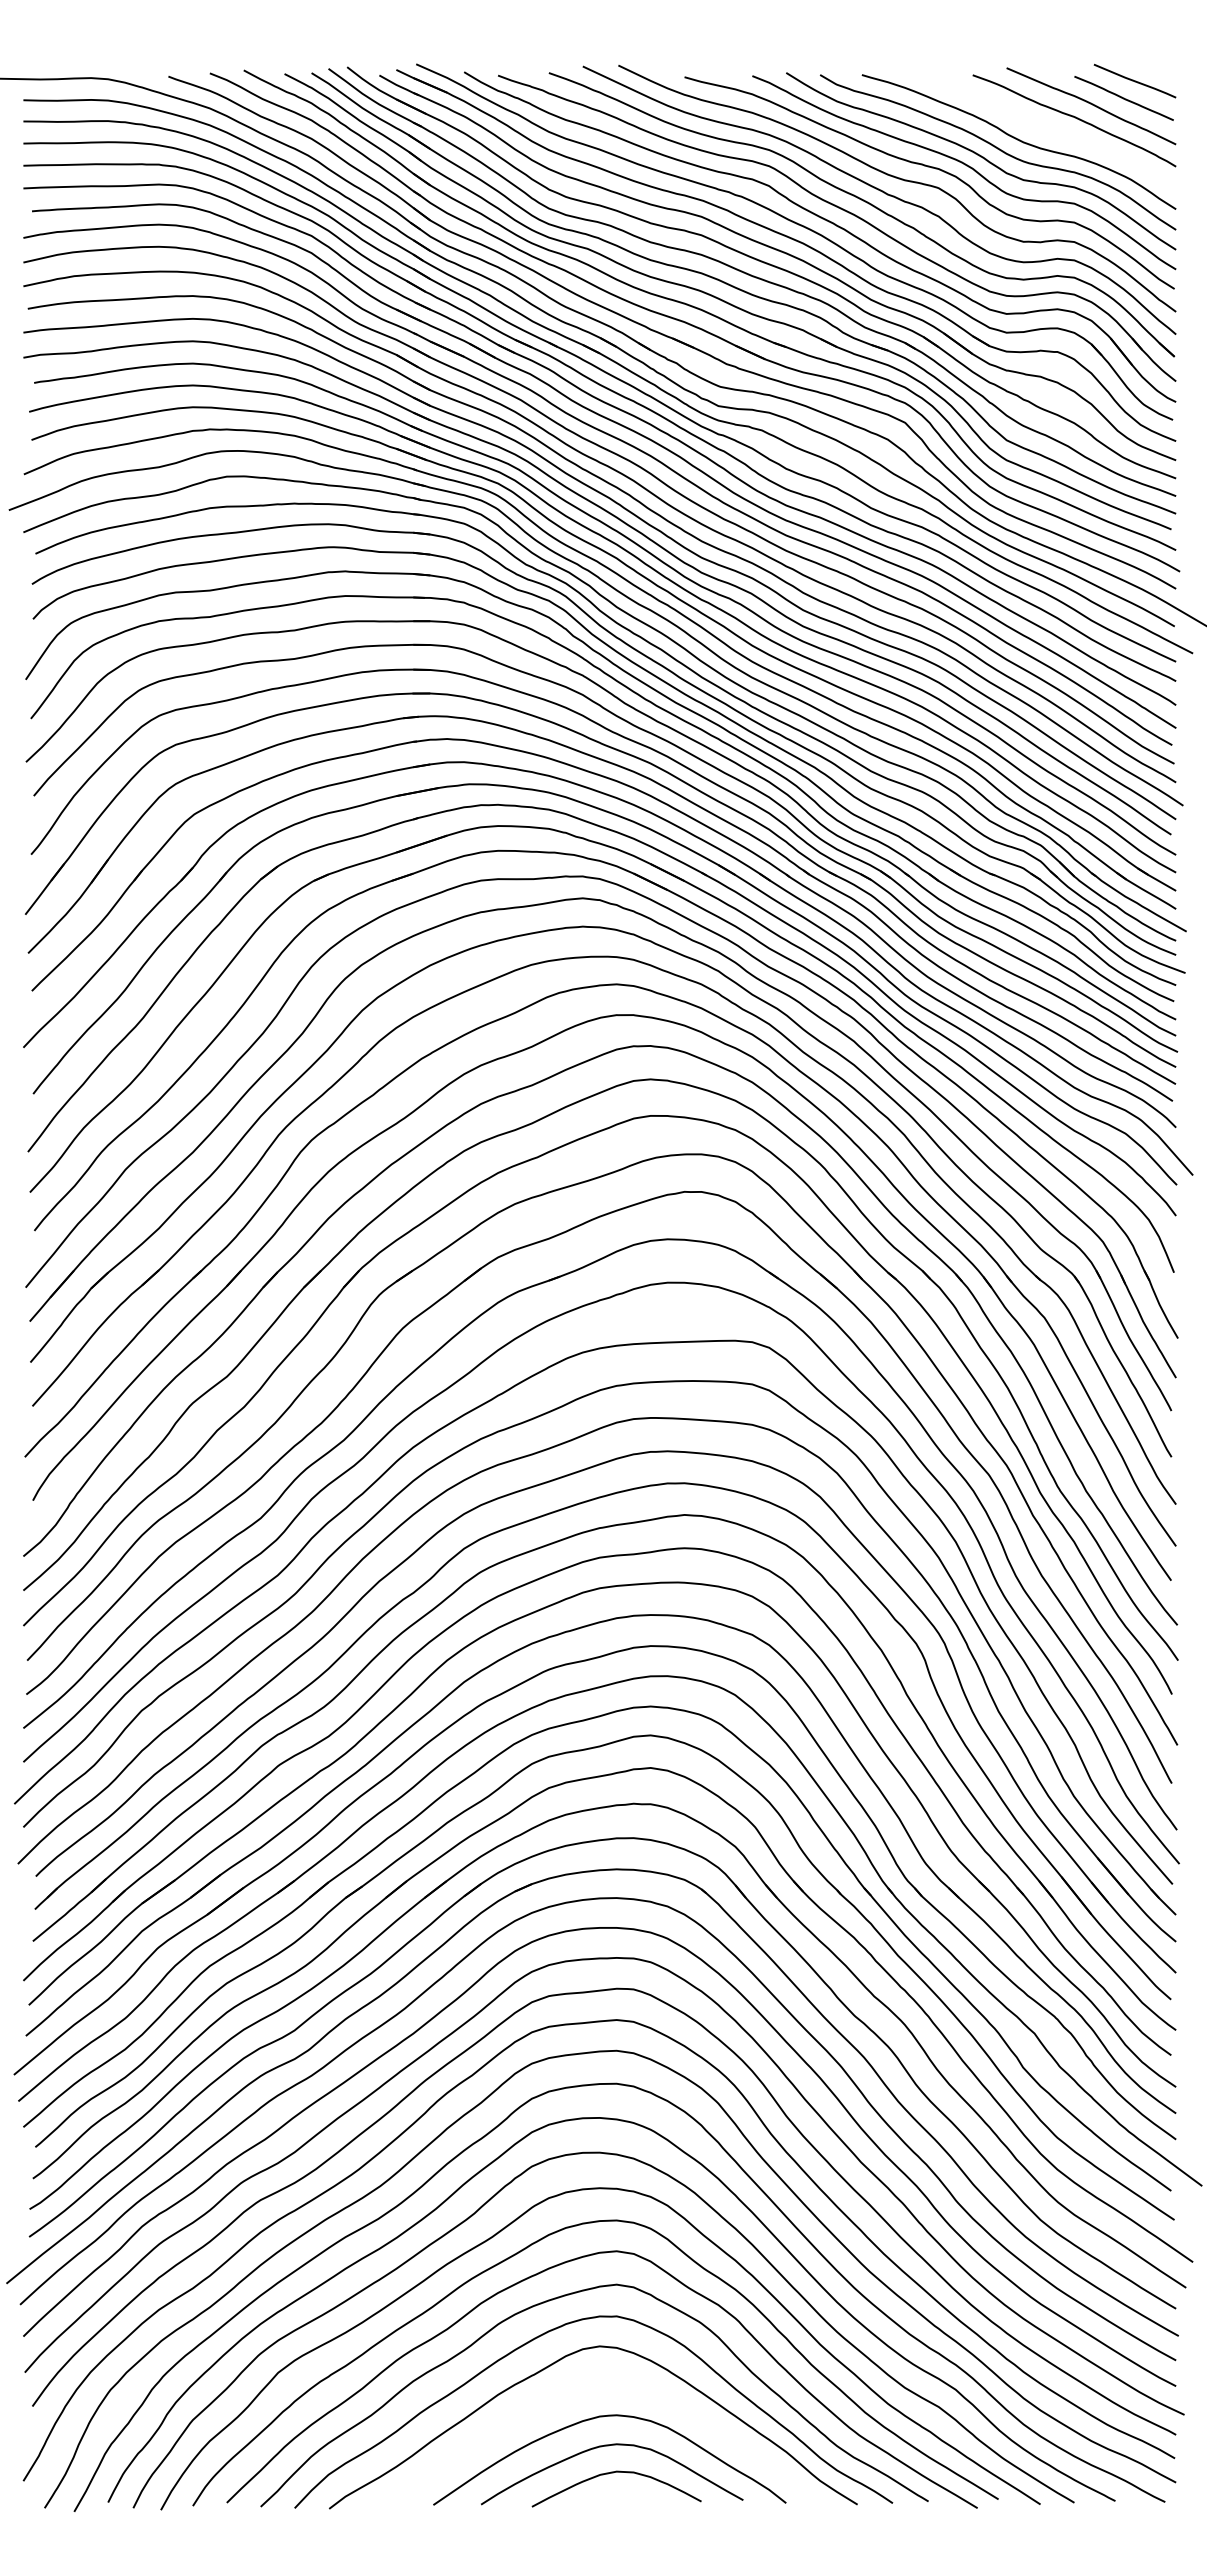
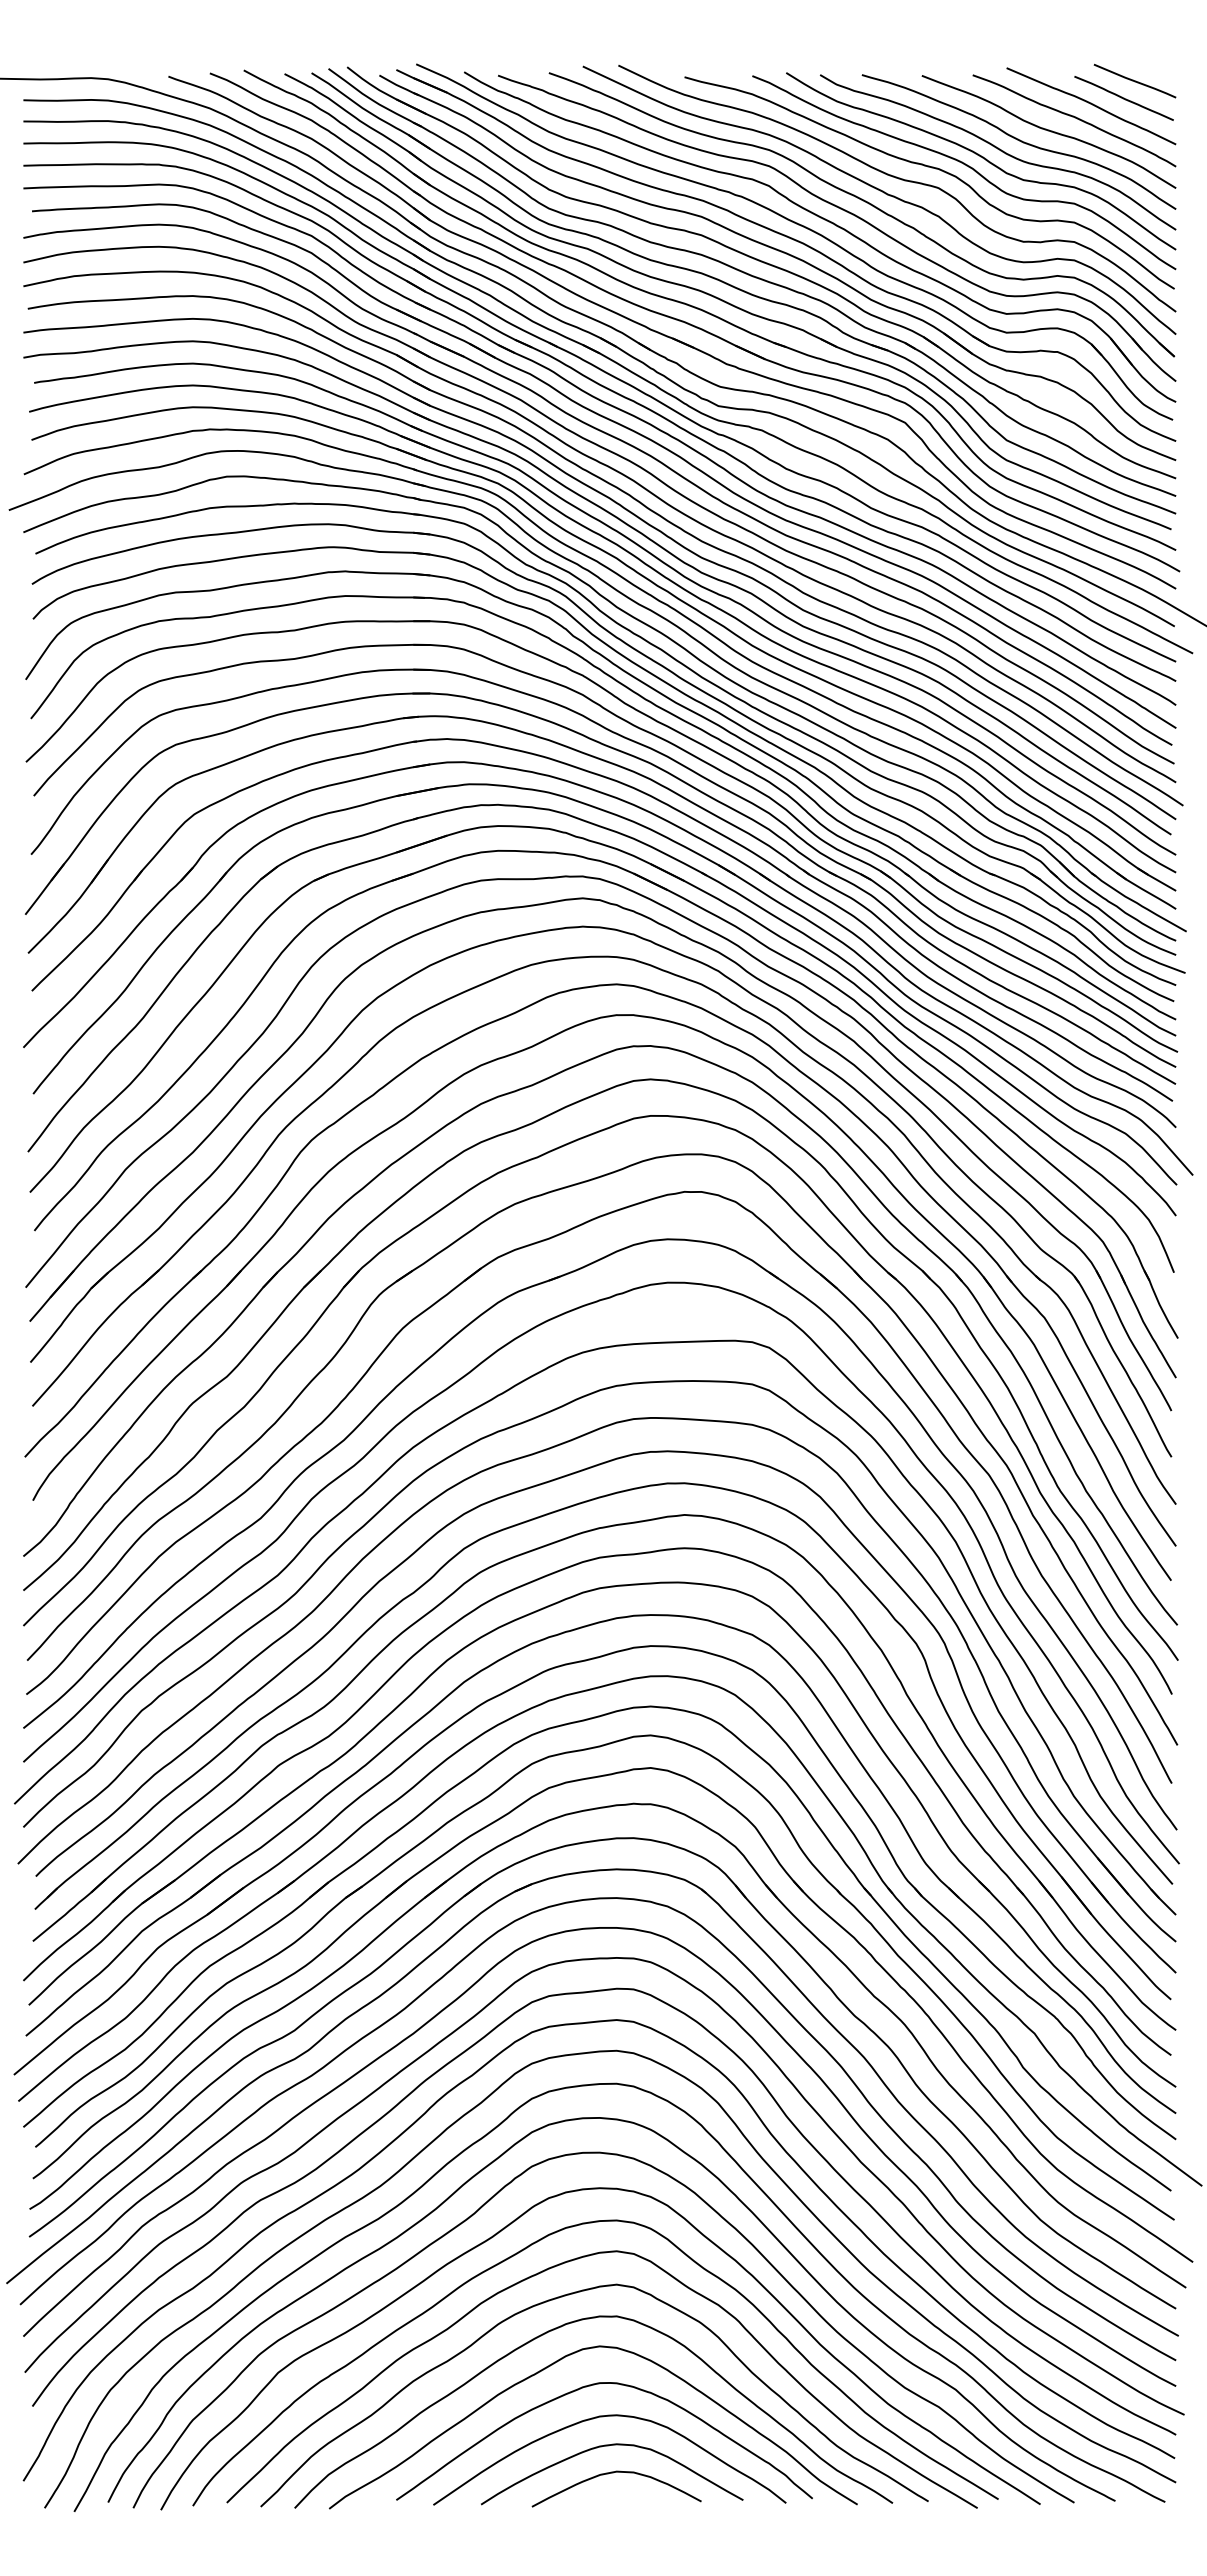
curve at (1048, 131): none -> present
curve at (590, 2386): none -> present
